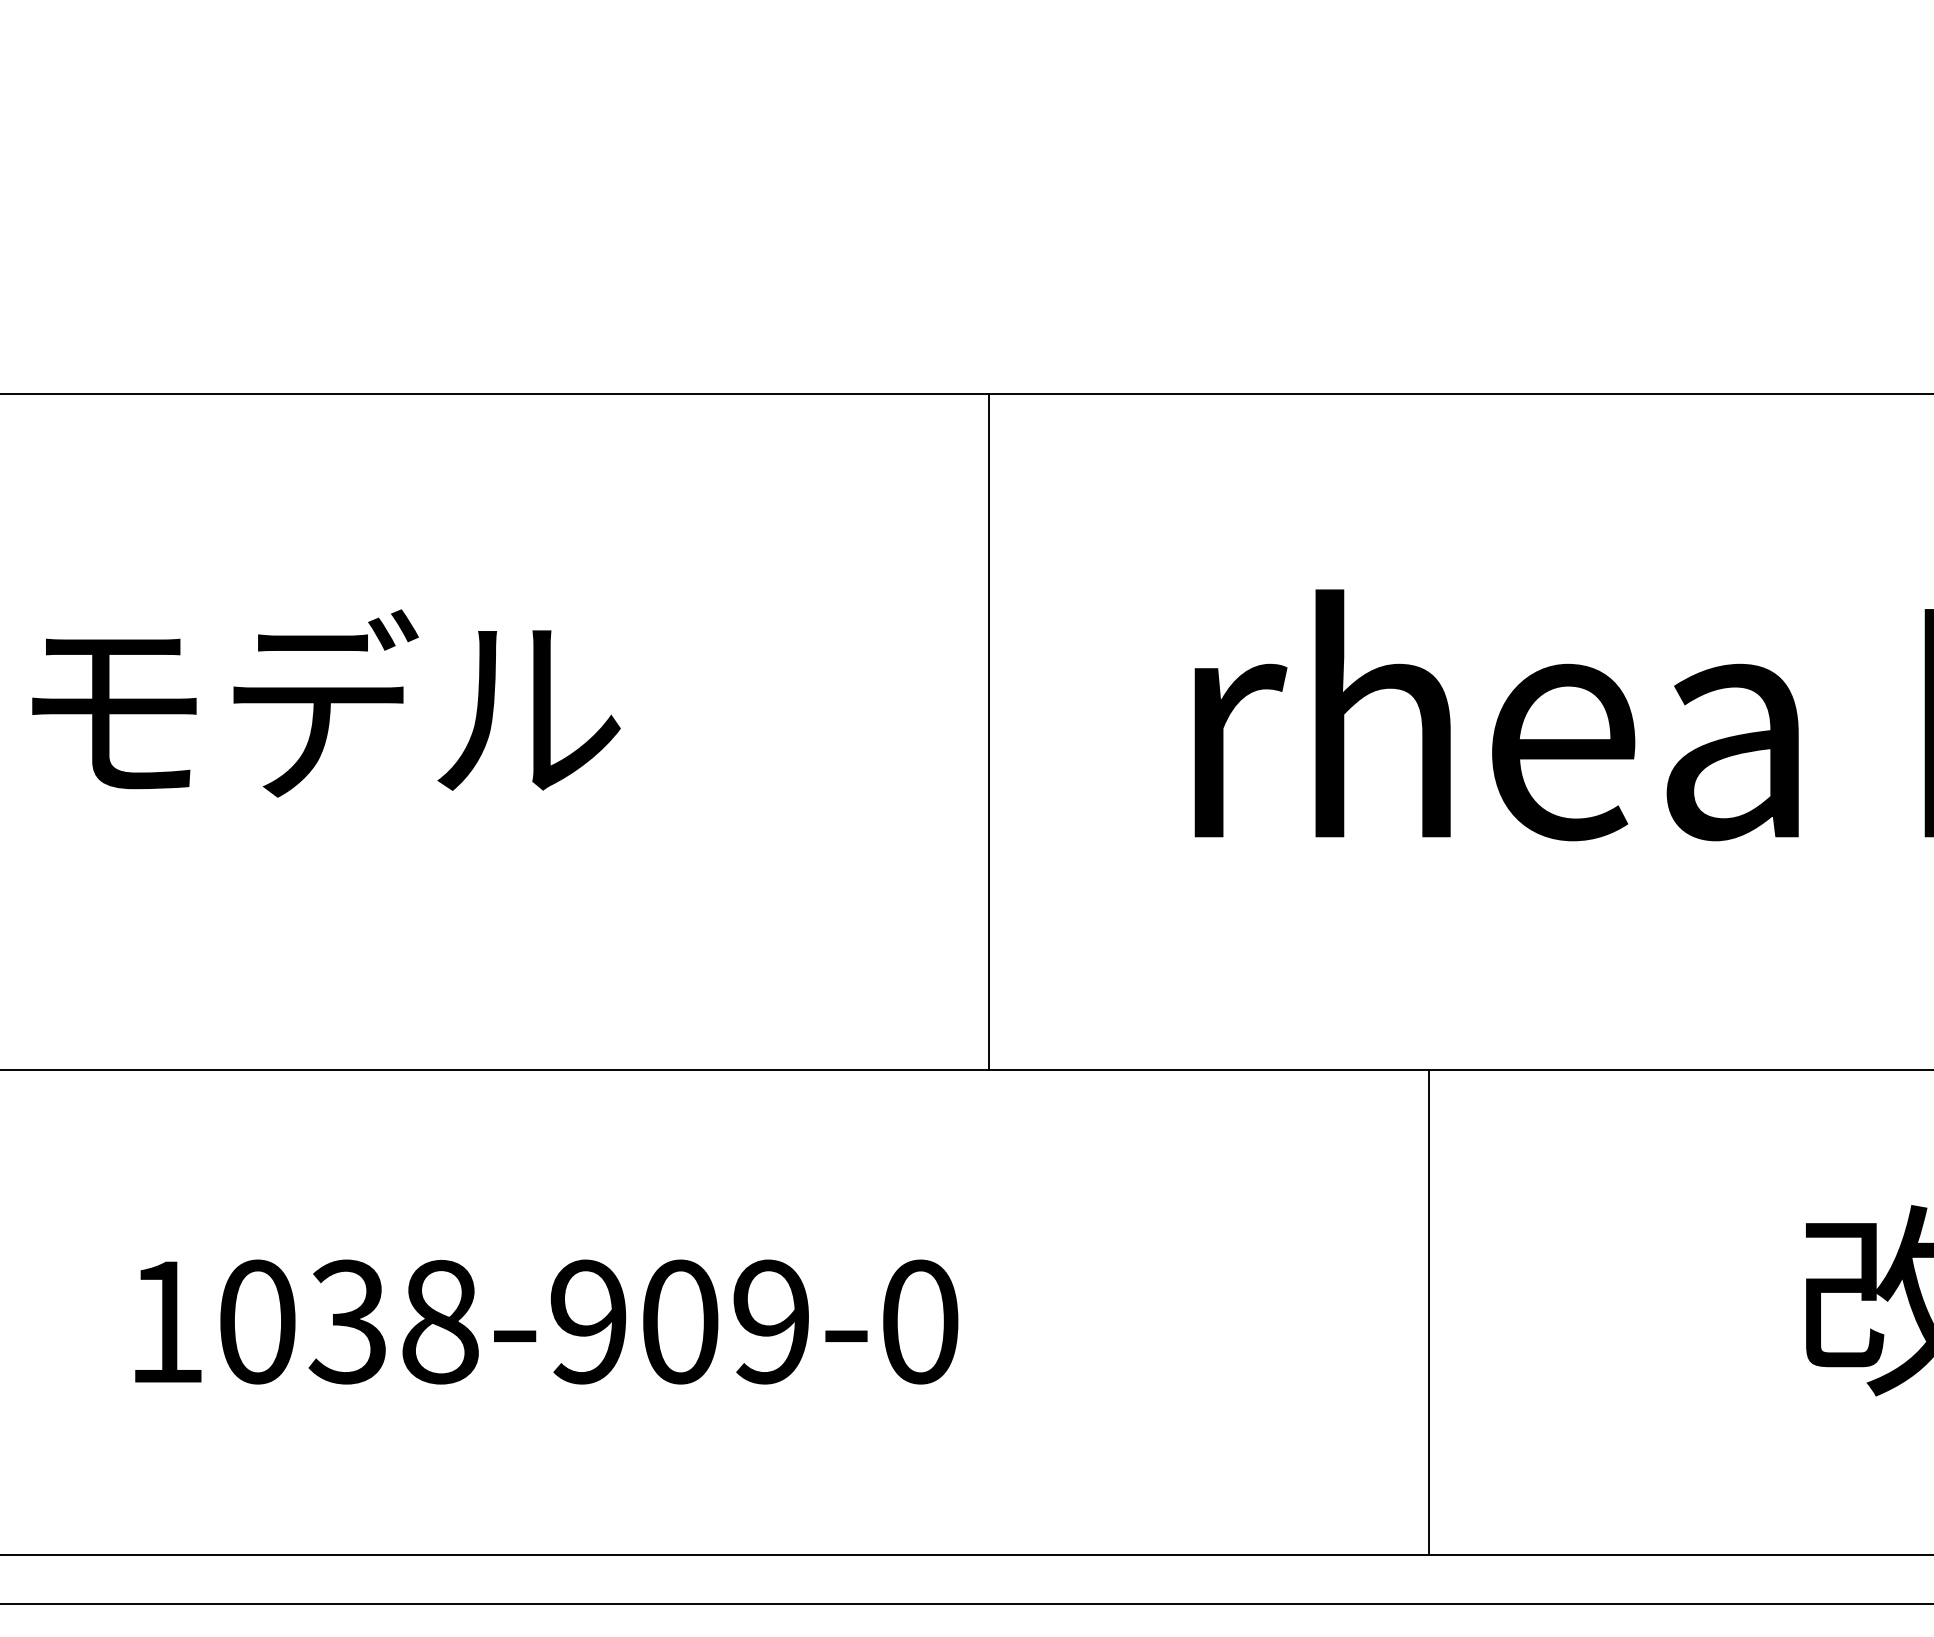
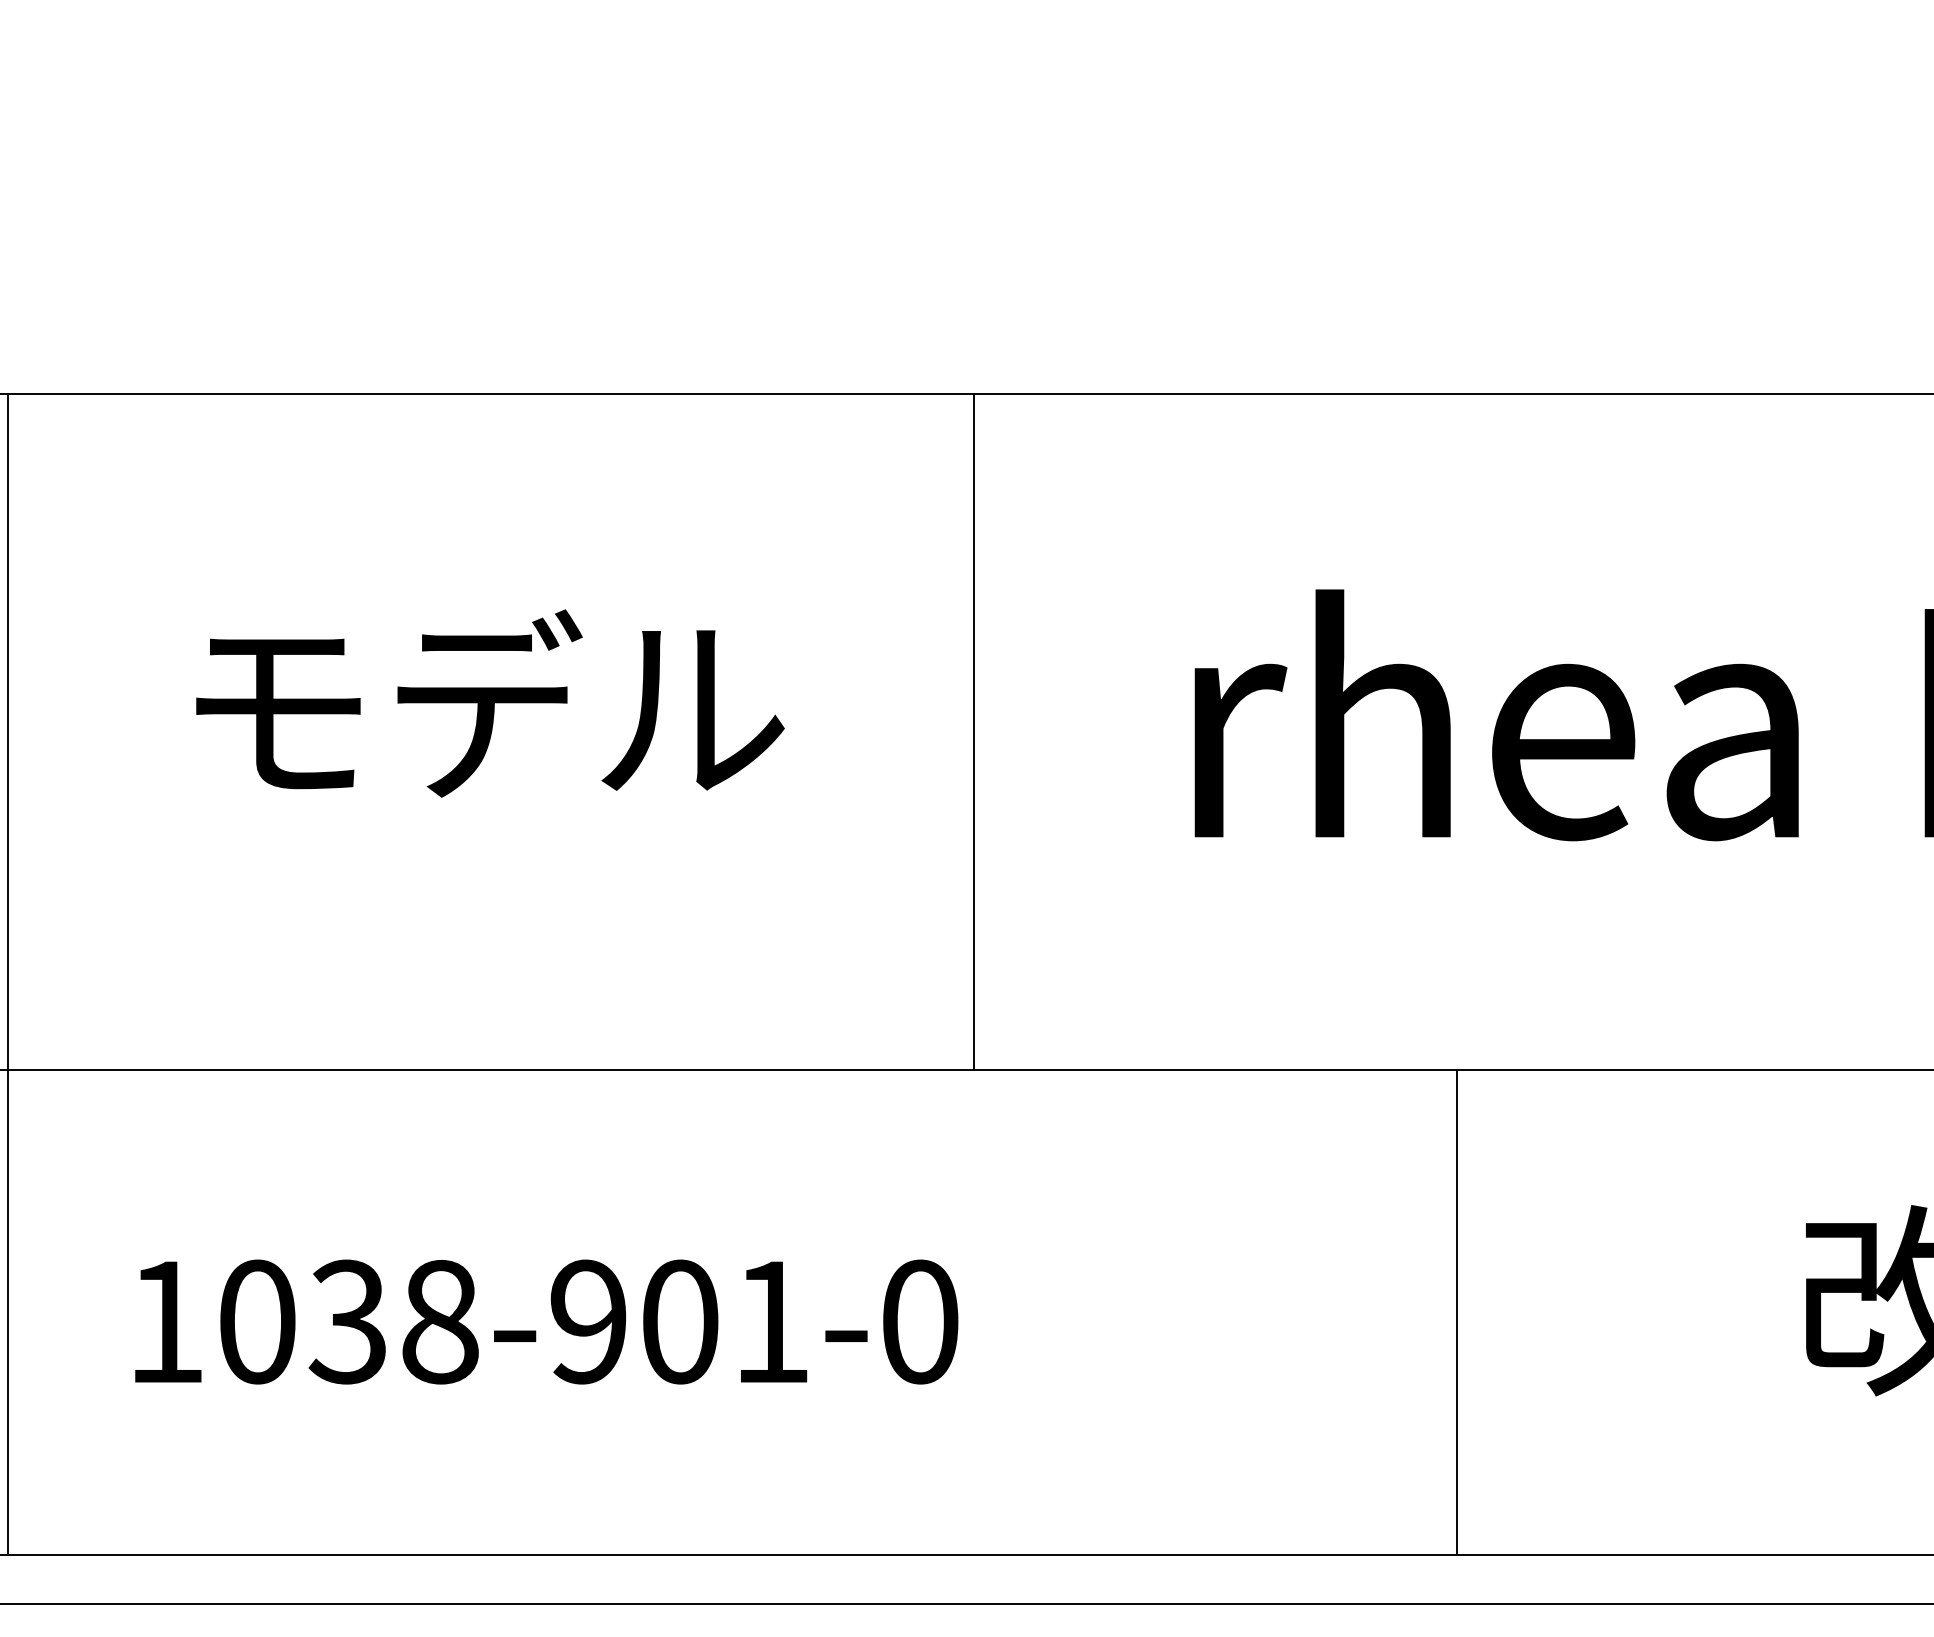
text at (326, 703) position: (326, 703) -> (490, 703)
line at (989, 731) position: (989, 731) -> (974, 731)
line at (8, 972): none -> present
line at (1429, 1310) position: (1429, 1310) -> (1457, 1310)
text at (770, 1321): 1038-909-0 -> 1038-901-0
